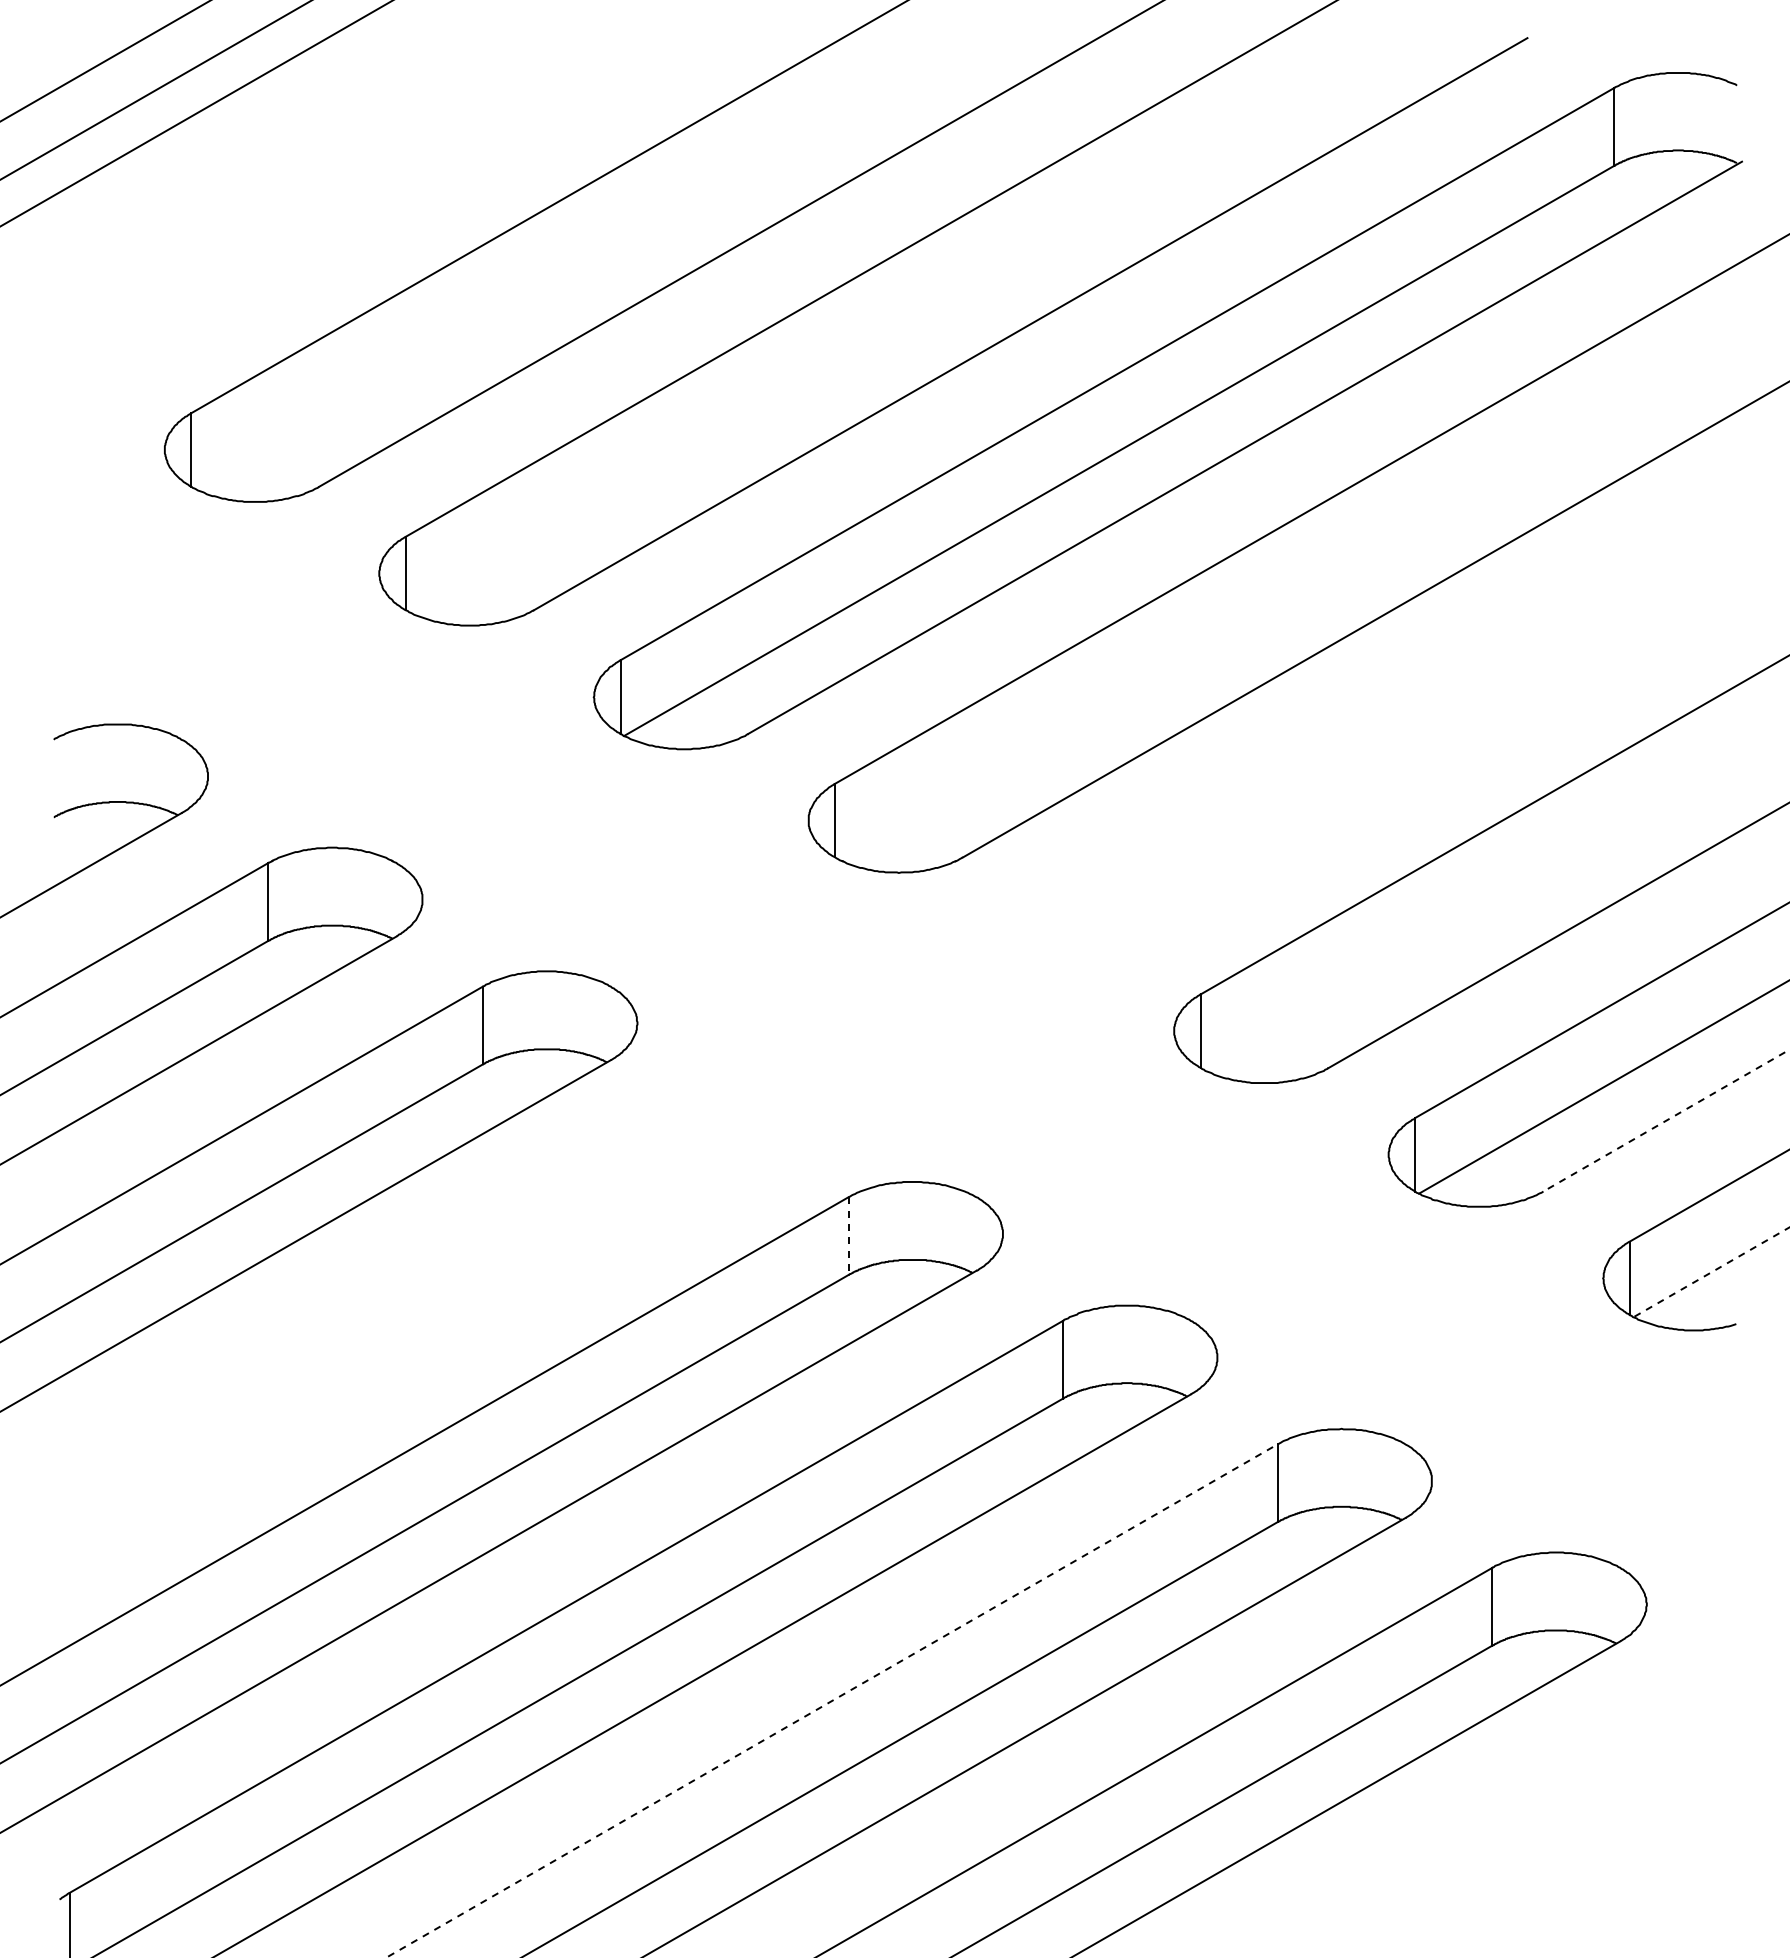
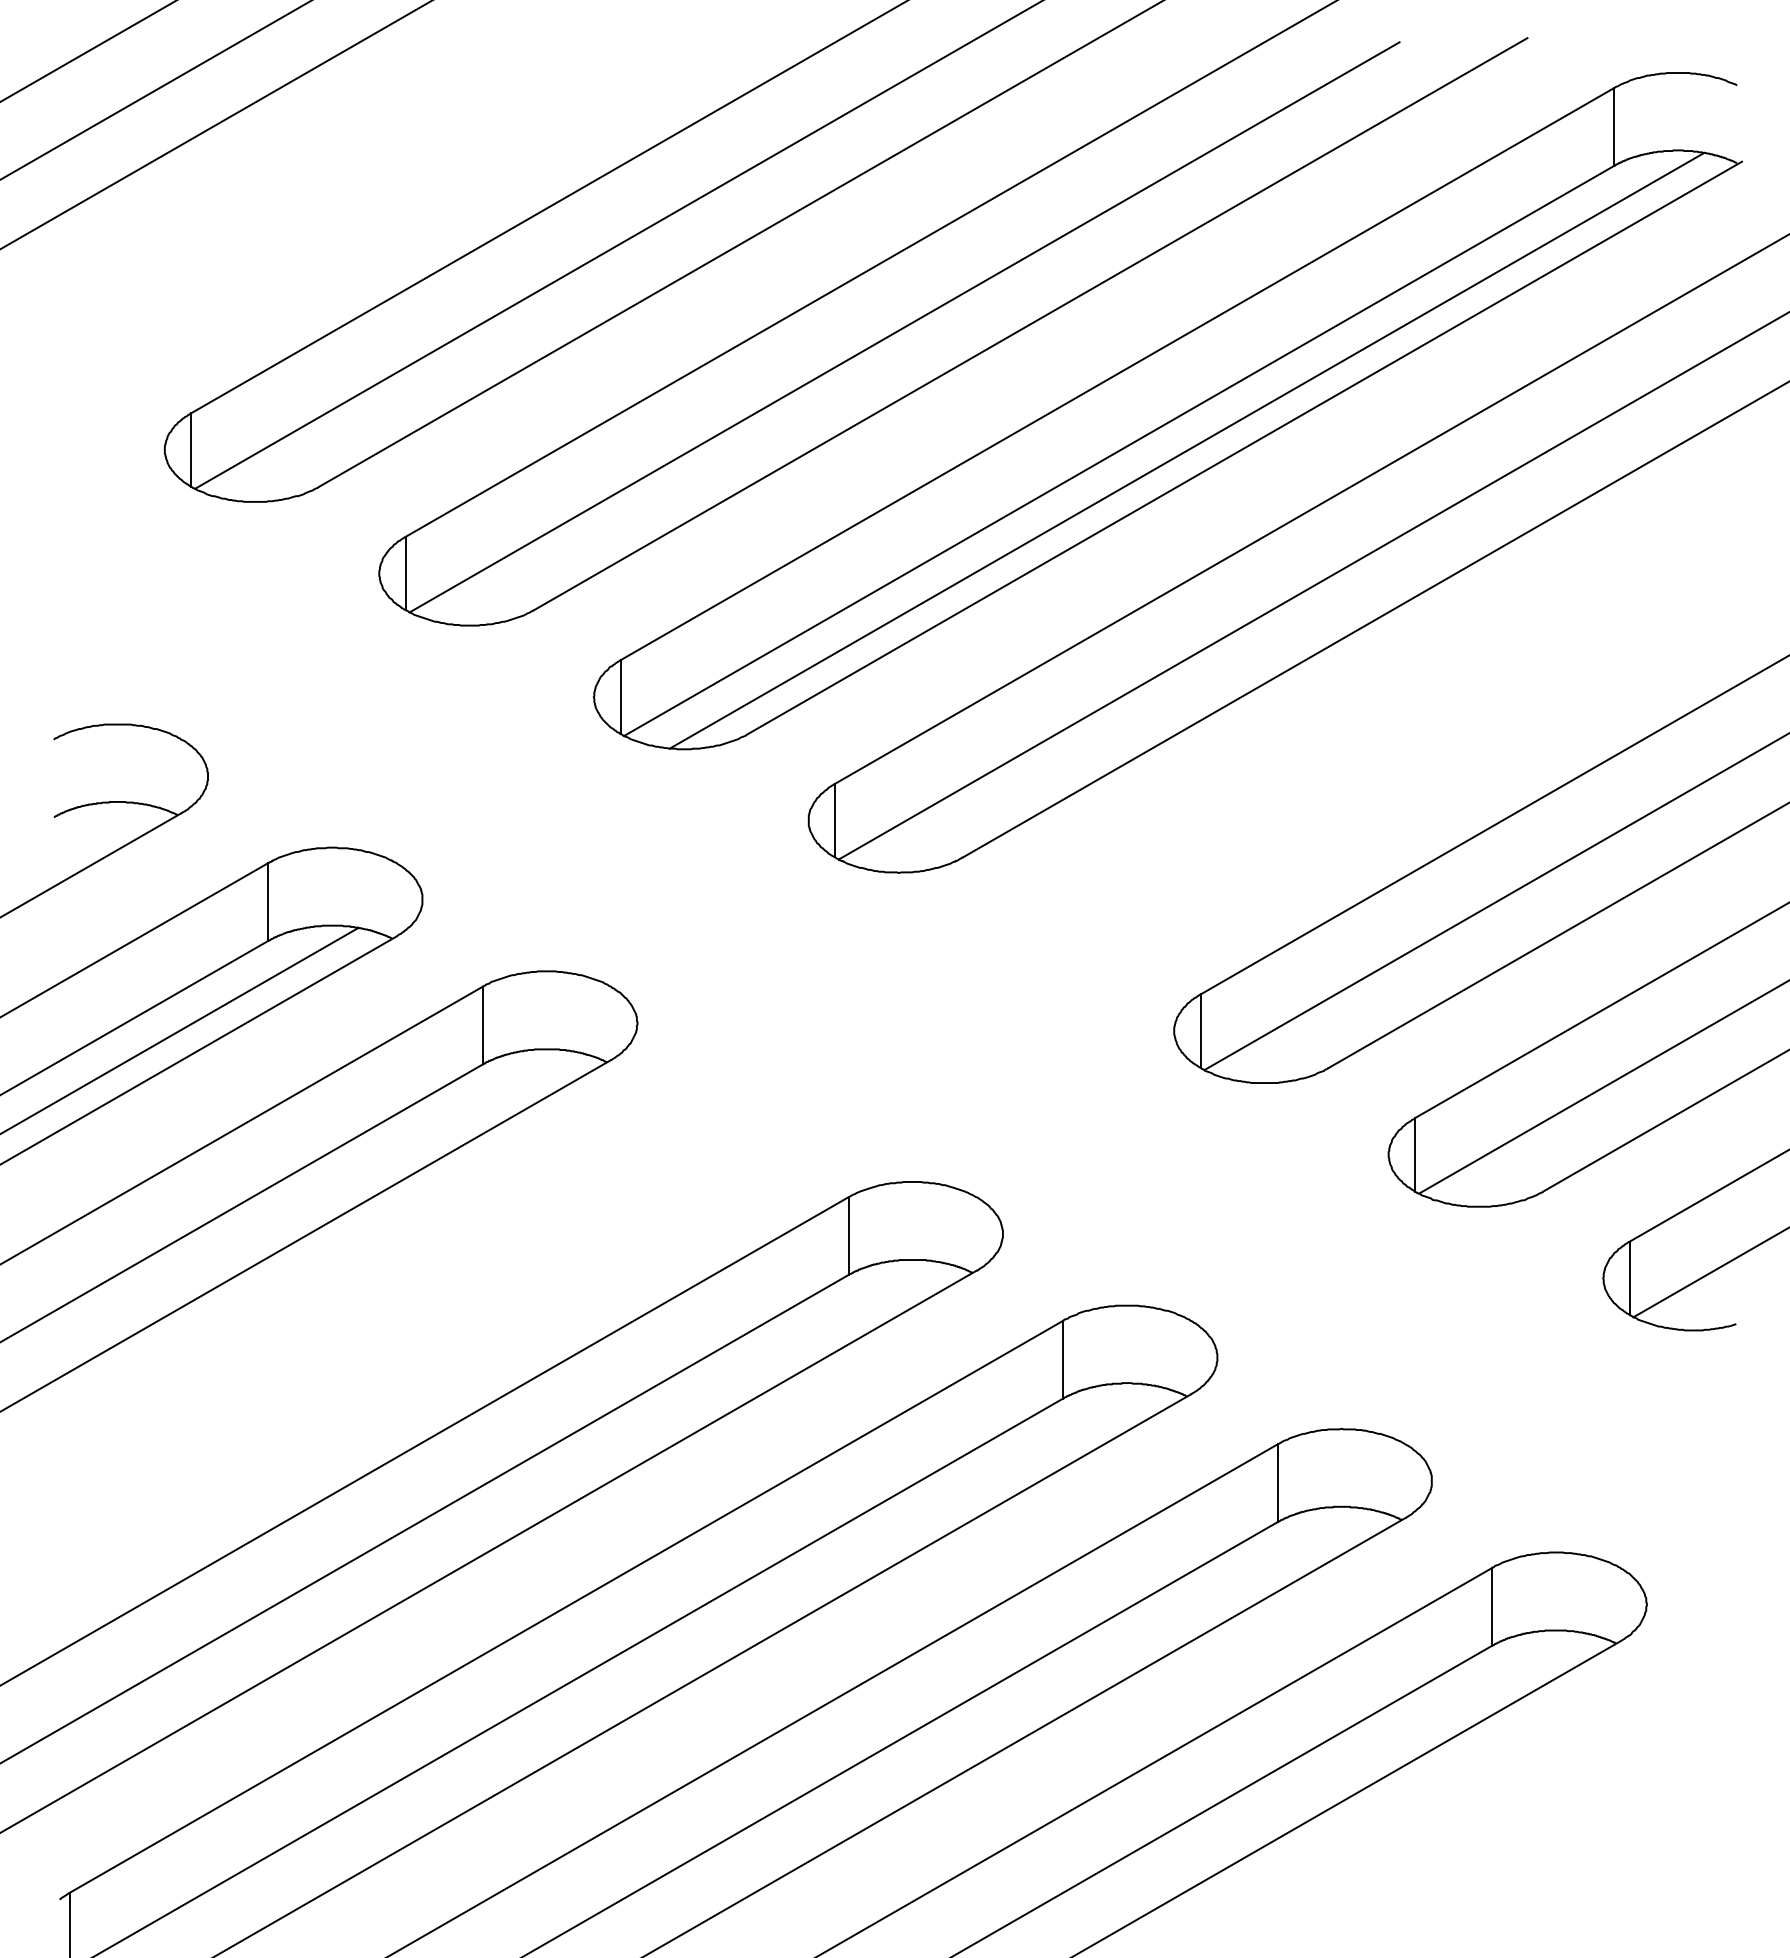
line at (104, 61) position: (104, 61) -> (87, 51)
line at (196, 113) position: (196, 113) -> (215, 125)
line at (617, 245): none -> present
line at (904, 327): none -> present
line at (1187, 450): none -> present
line at (1312, 586): none -> present
line at (1495, 902): none -> present
line at (180, 1030): none -> present
line at (1666, 1120): dashed -> solid
line at (848, 1236): dashed -> solid
line at (1711, 1272): dashed -> solid
line at (832, 1700): dashed -> solid
